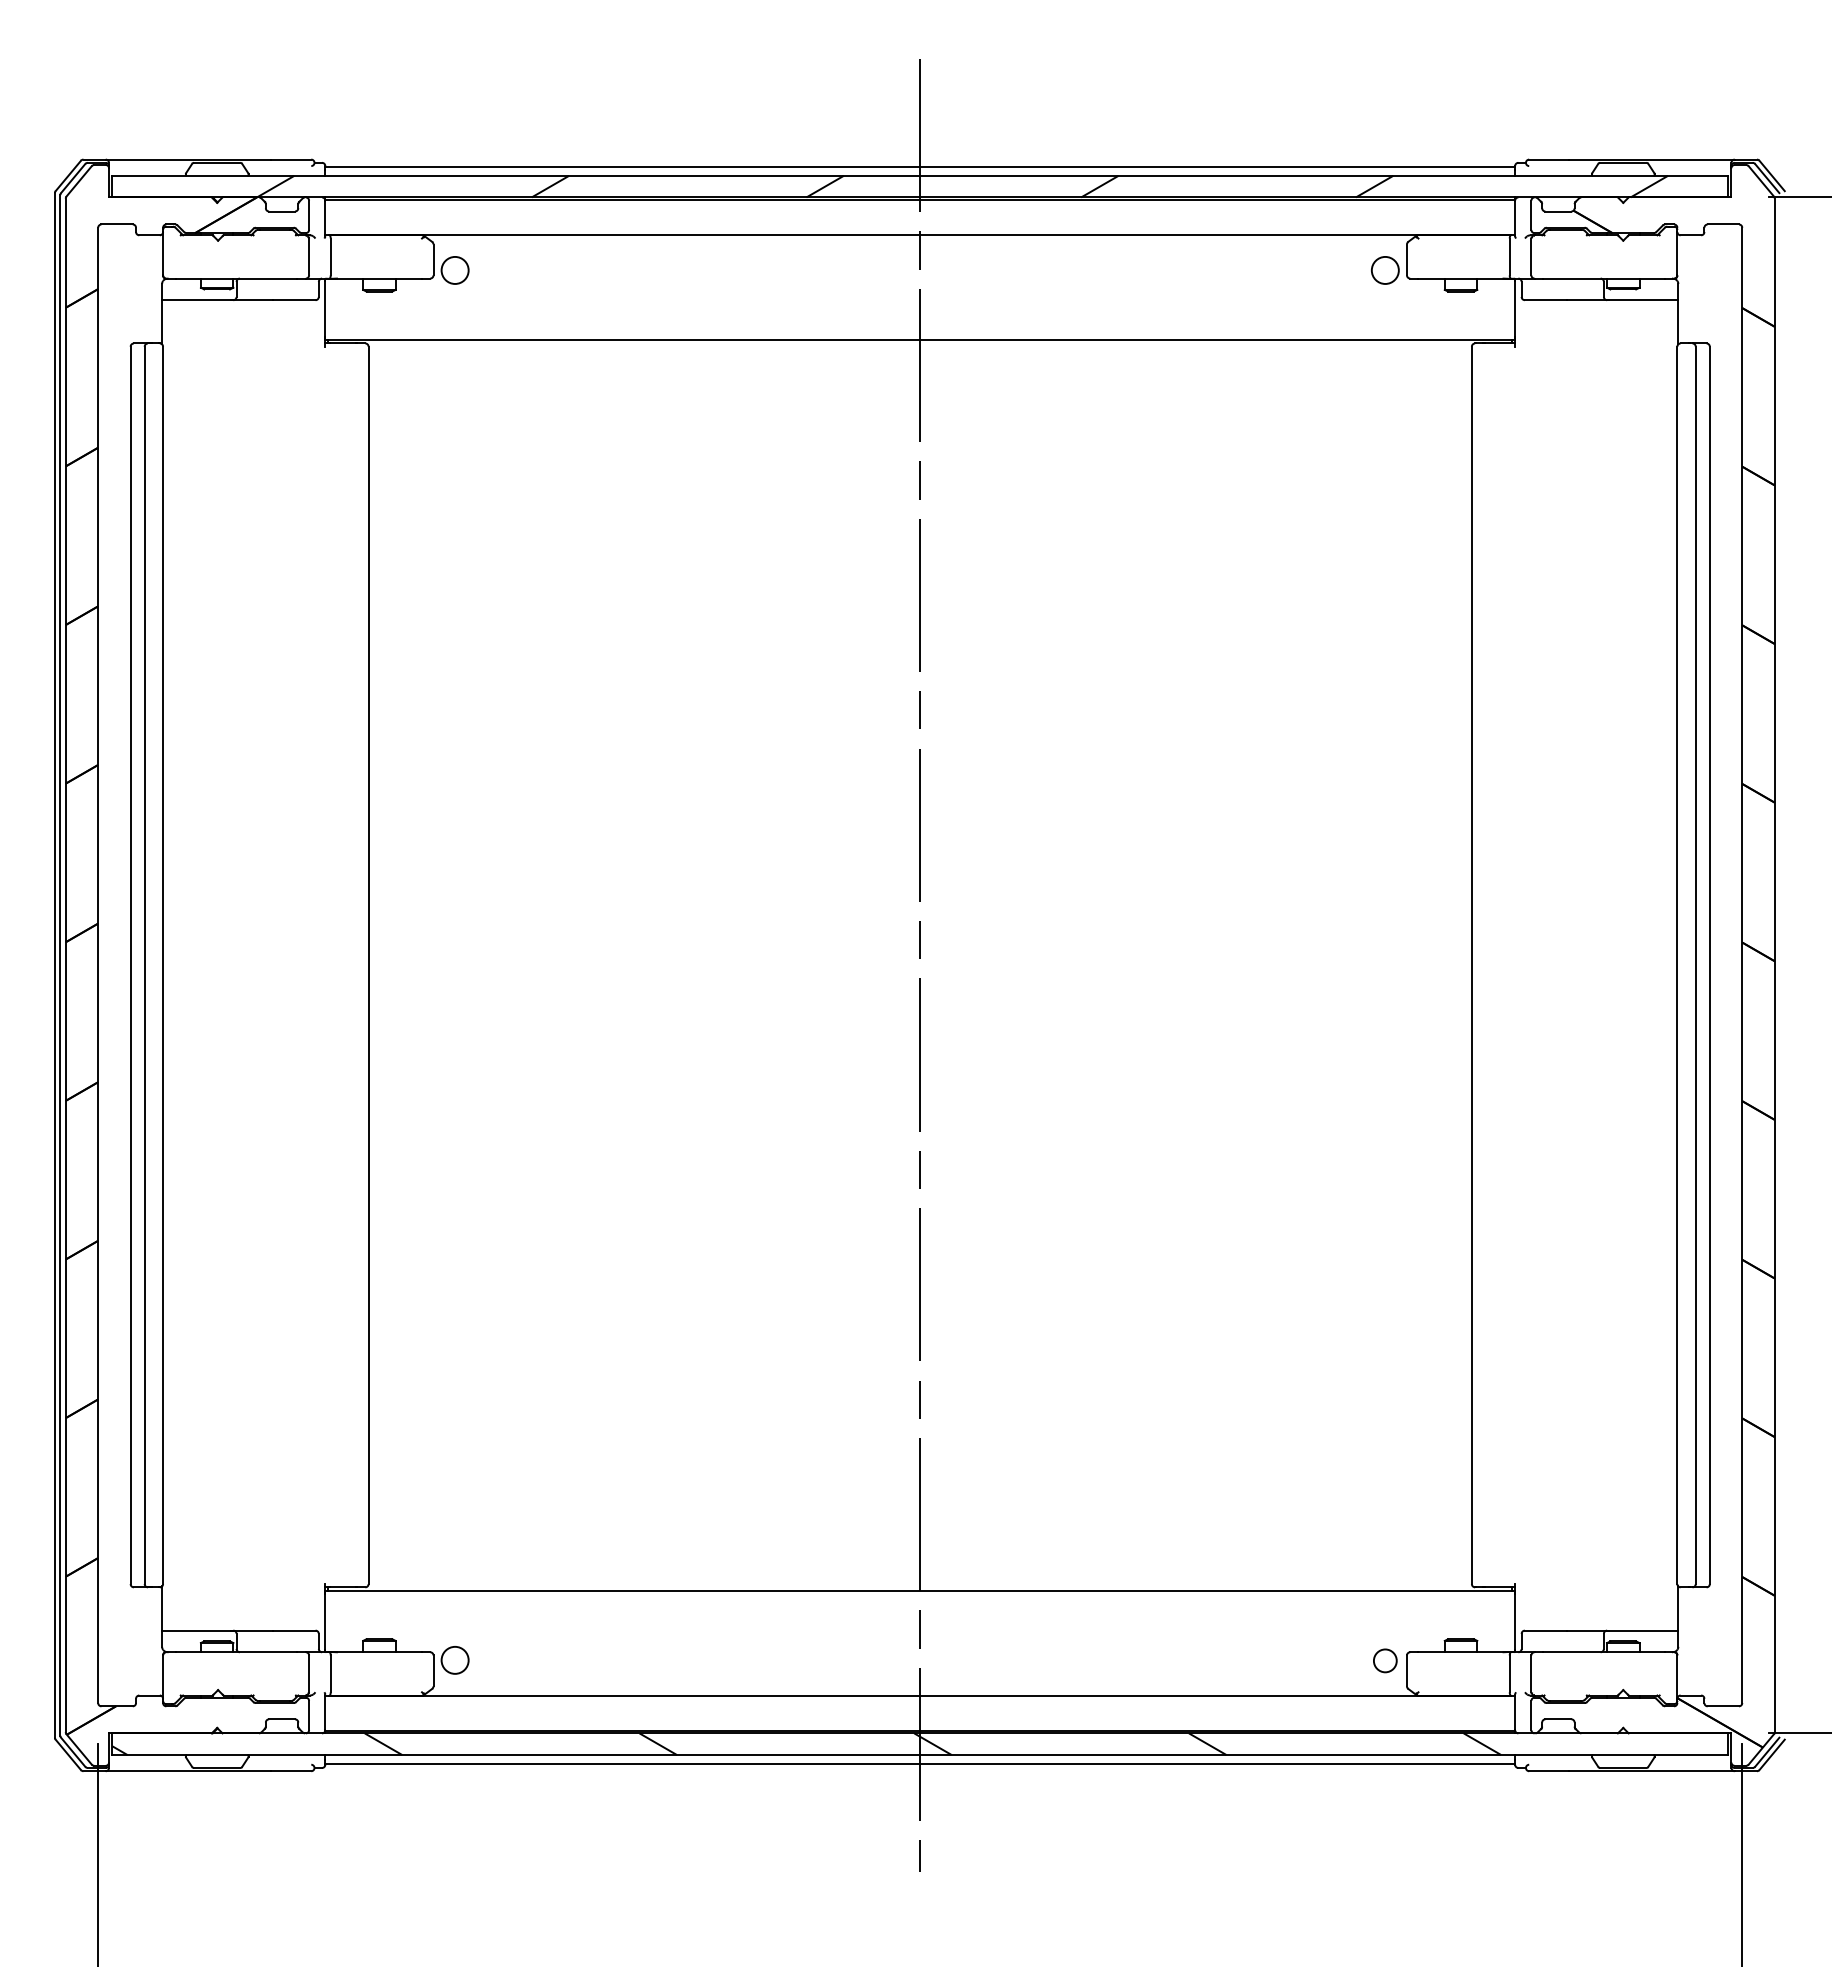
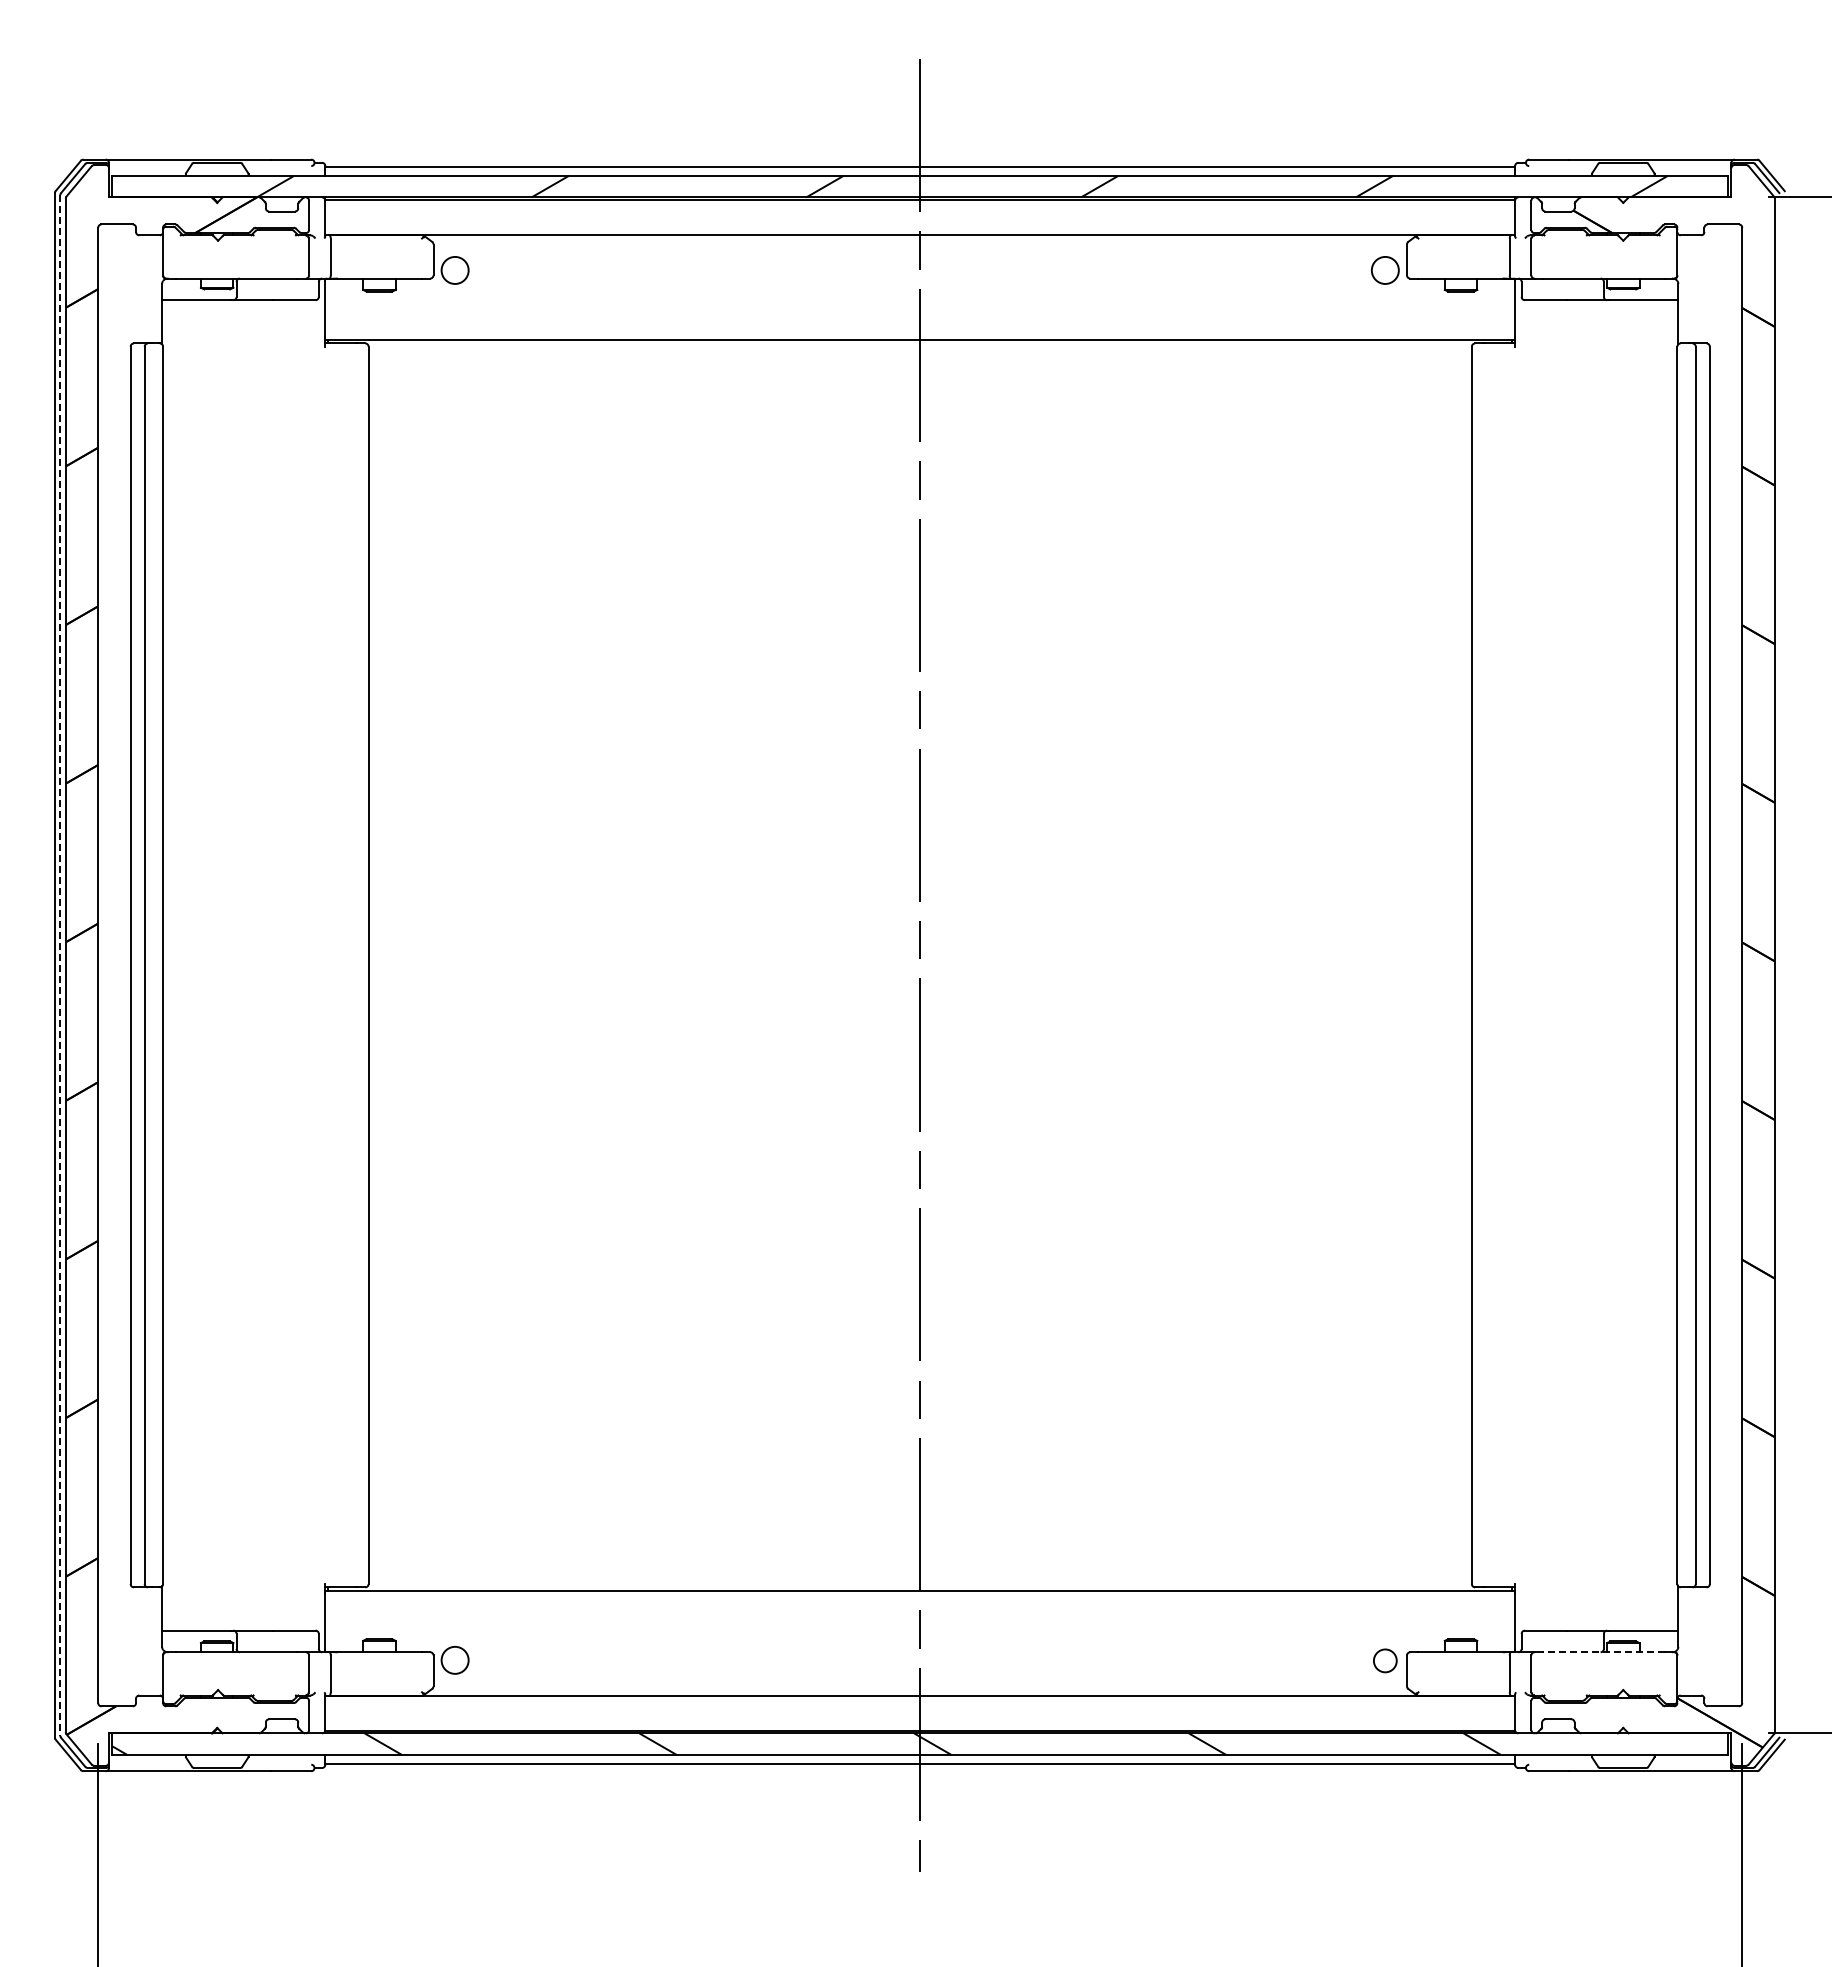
line at (60, 965): solid -> dashed
line at (1604, 1652): solid -> dashed
